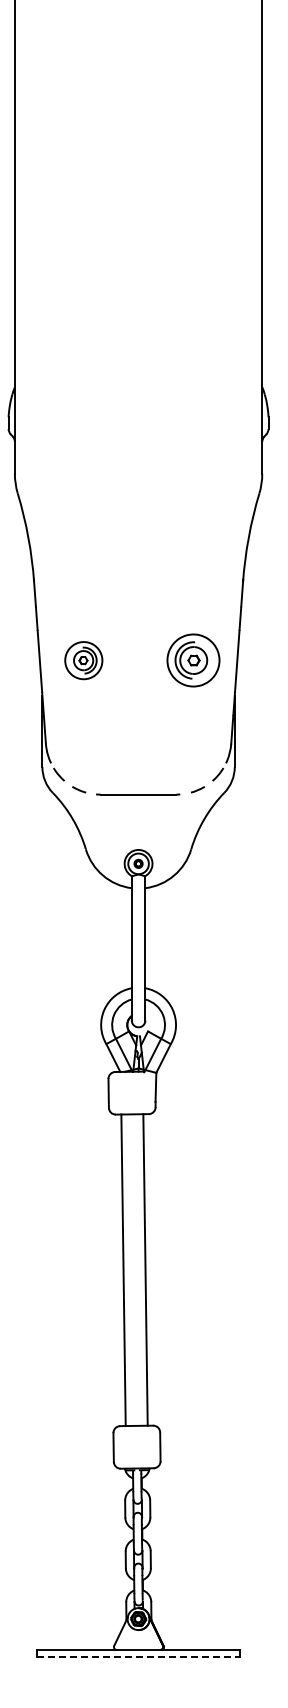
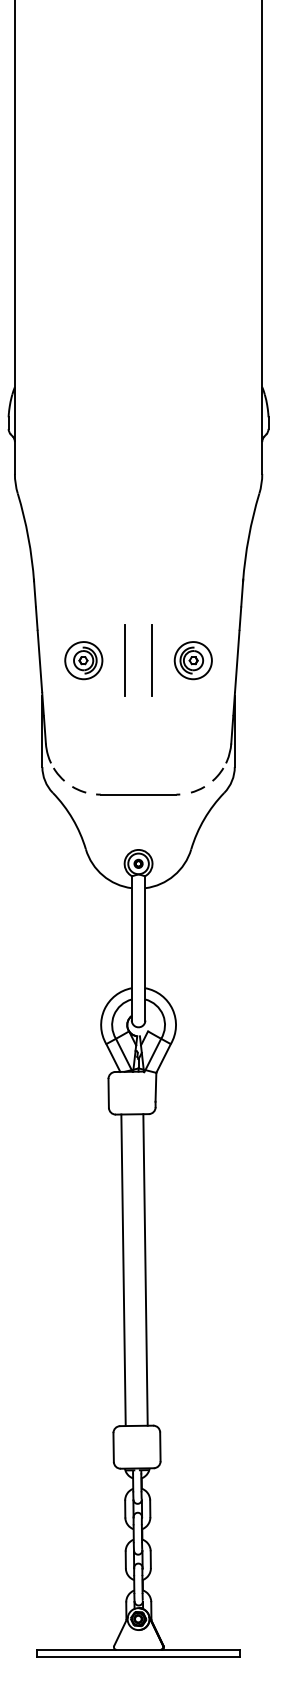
line at (125, 659): none -> present
line at (152, 659): none -> present
part at (193, 660) size: 55x55 px -> 40x40 px
line at (138, 1656): dashed -> solid
